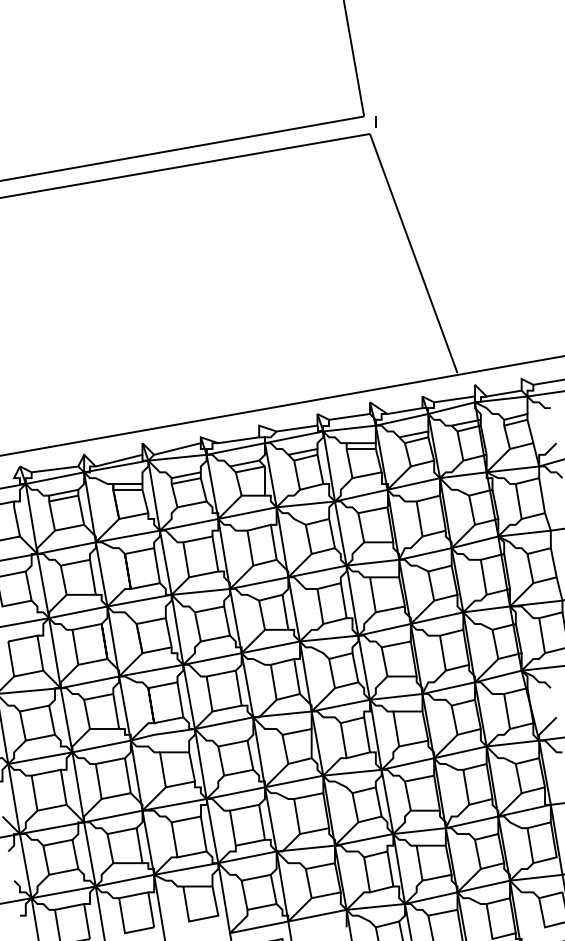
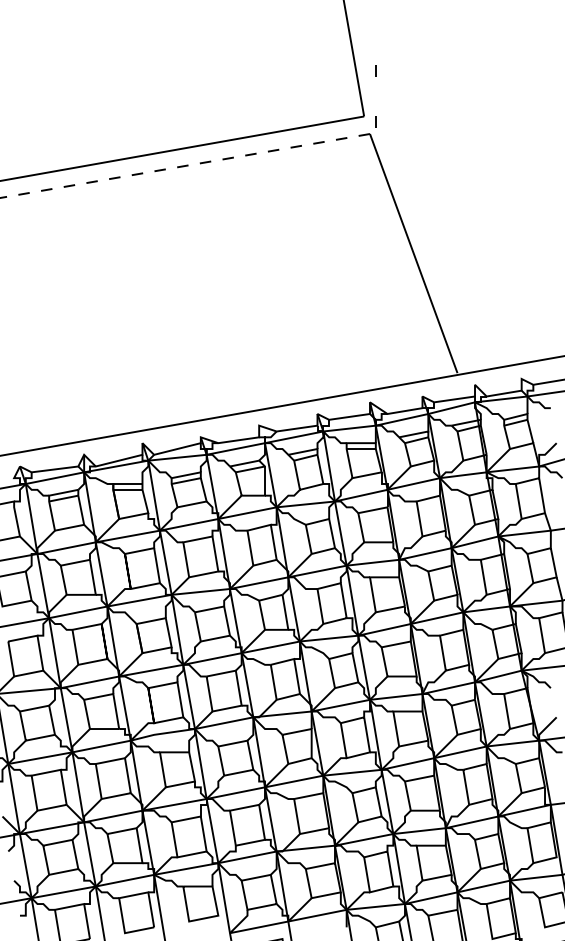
line at (375, 70): none -> present
line at (184, 166): solid -> dashed
